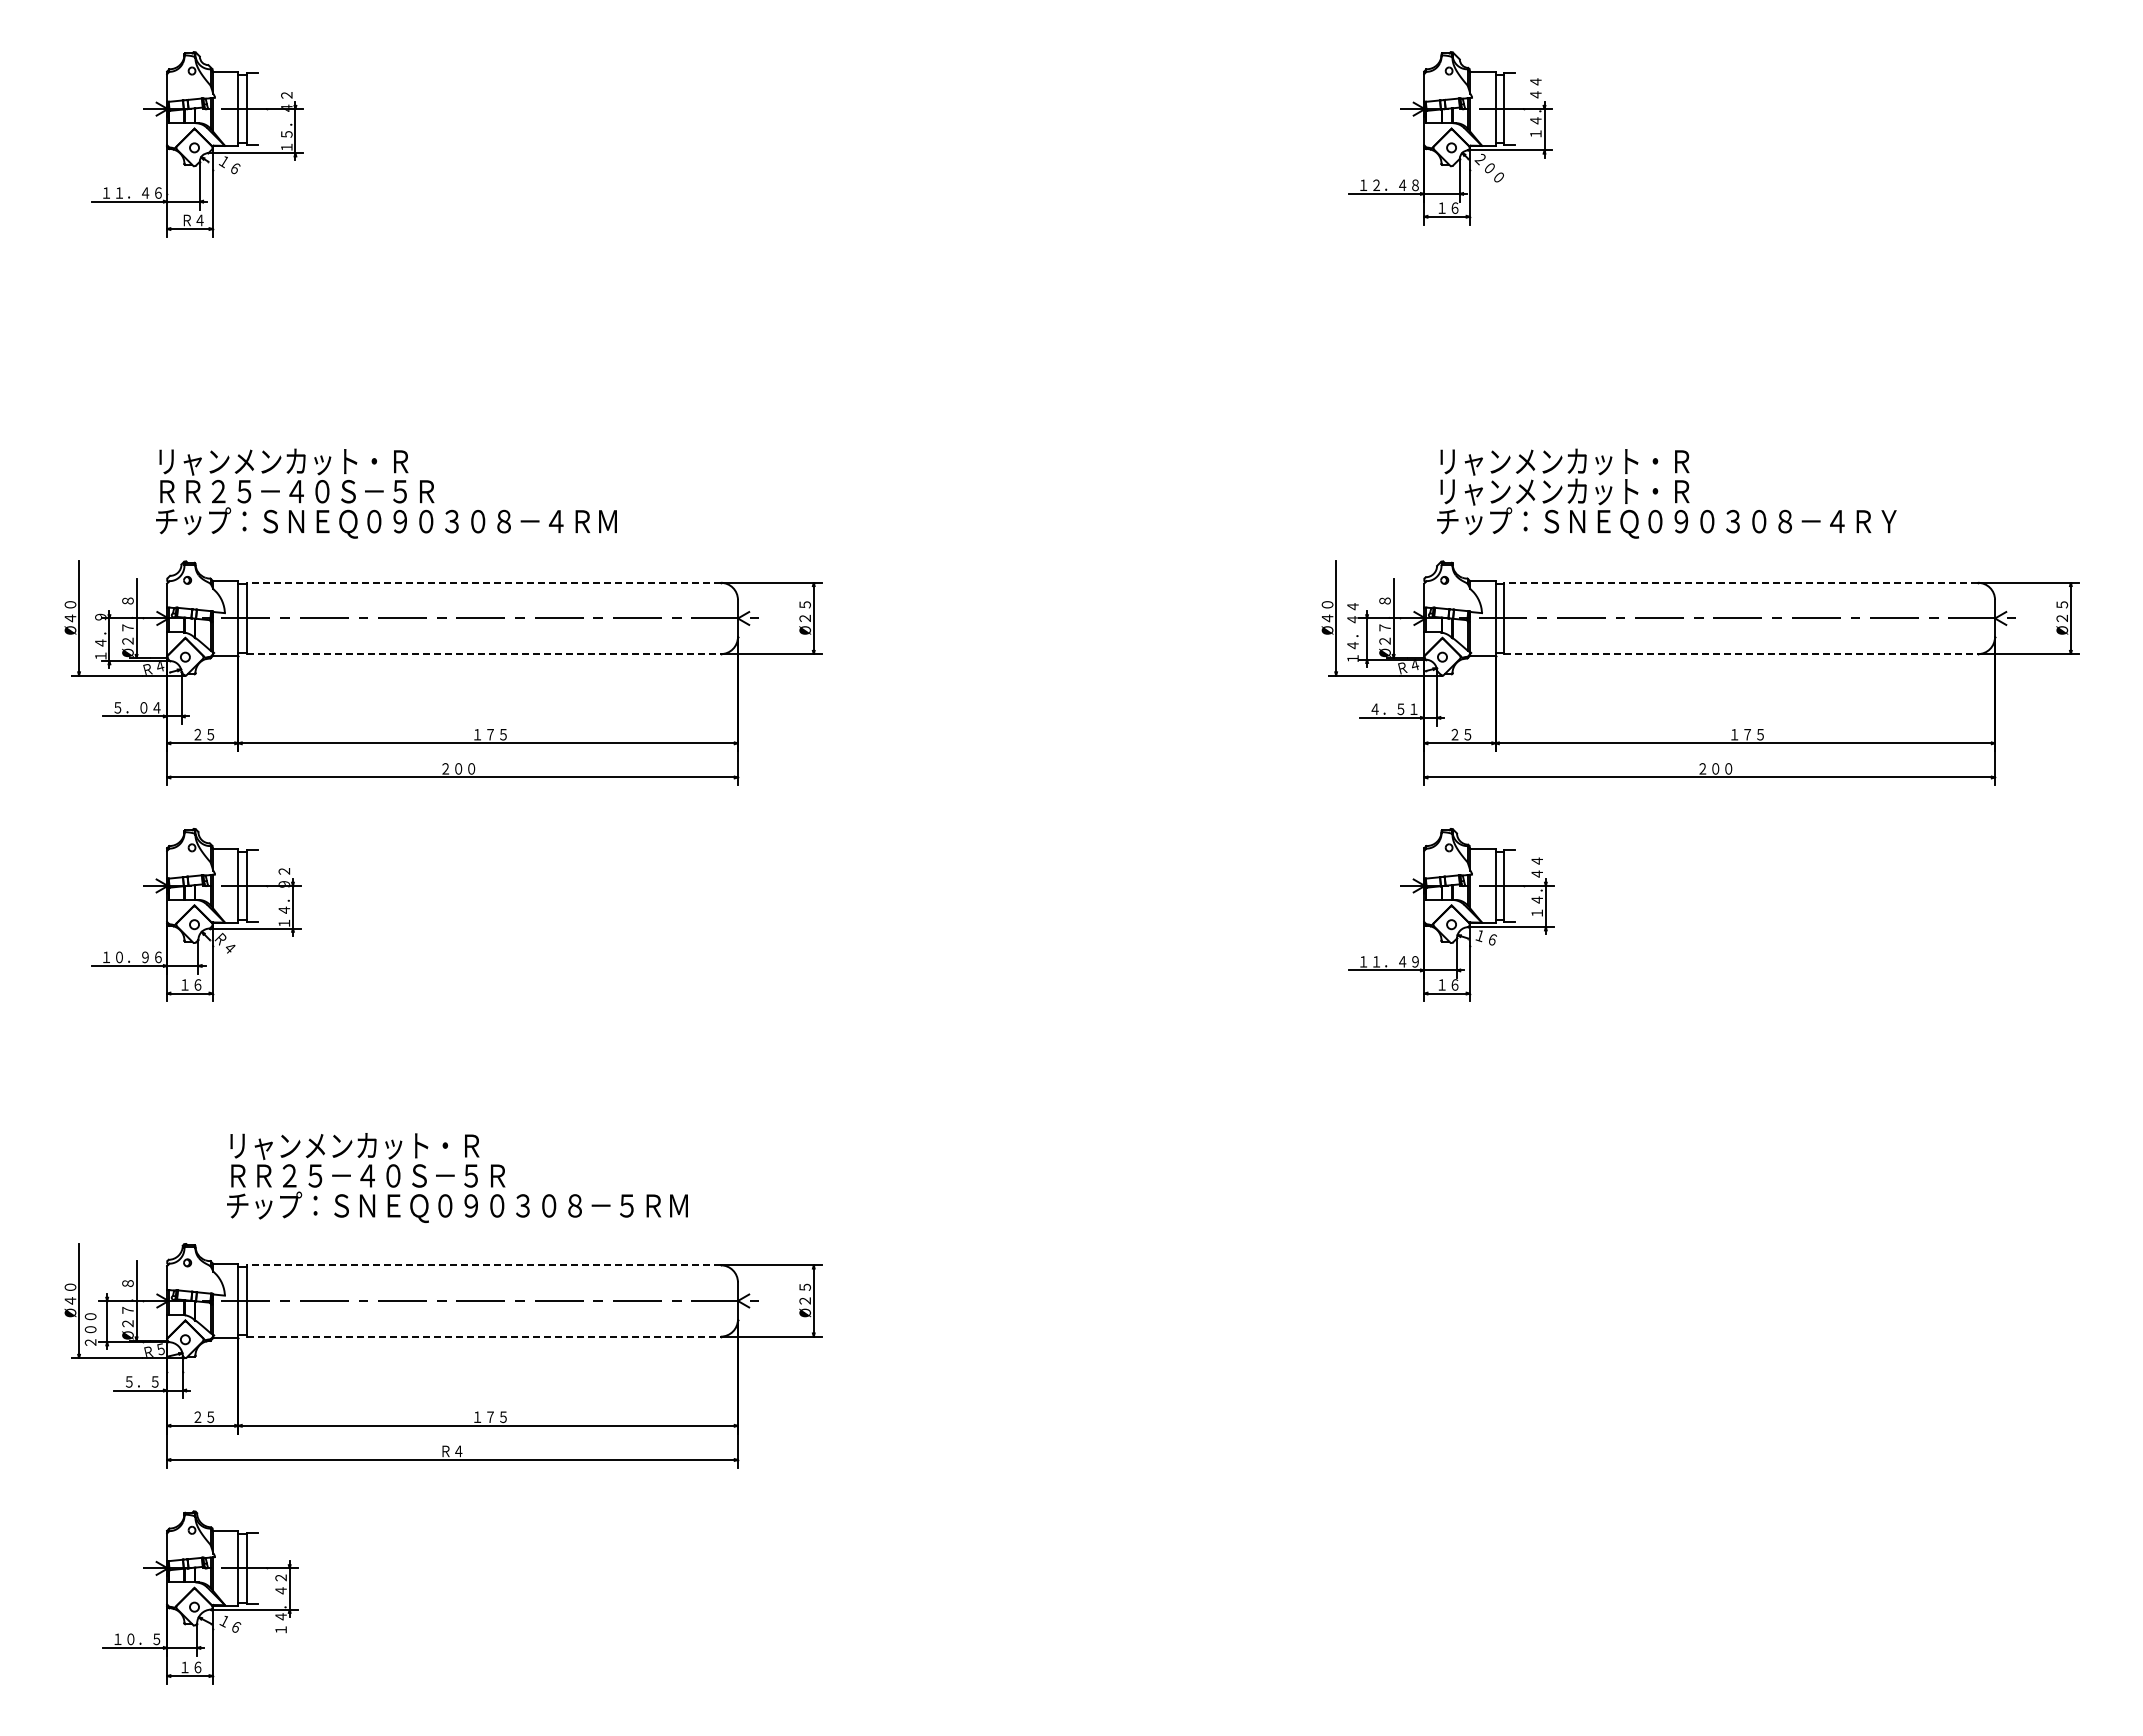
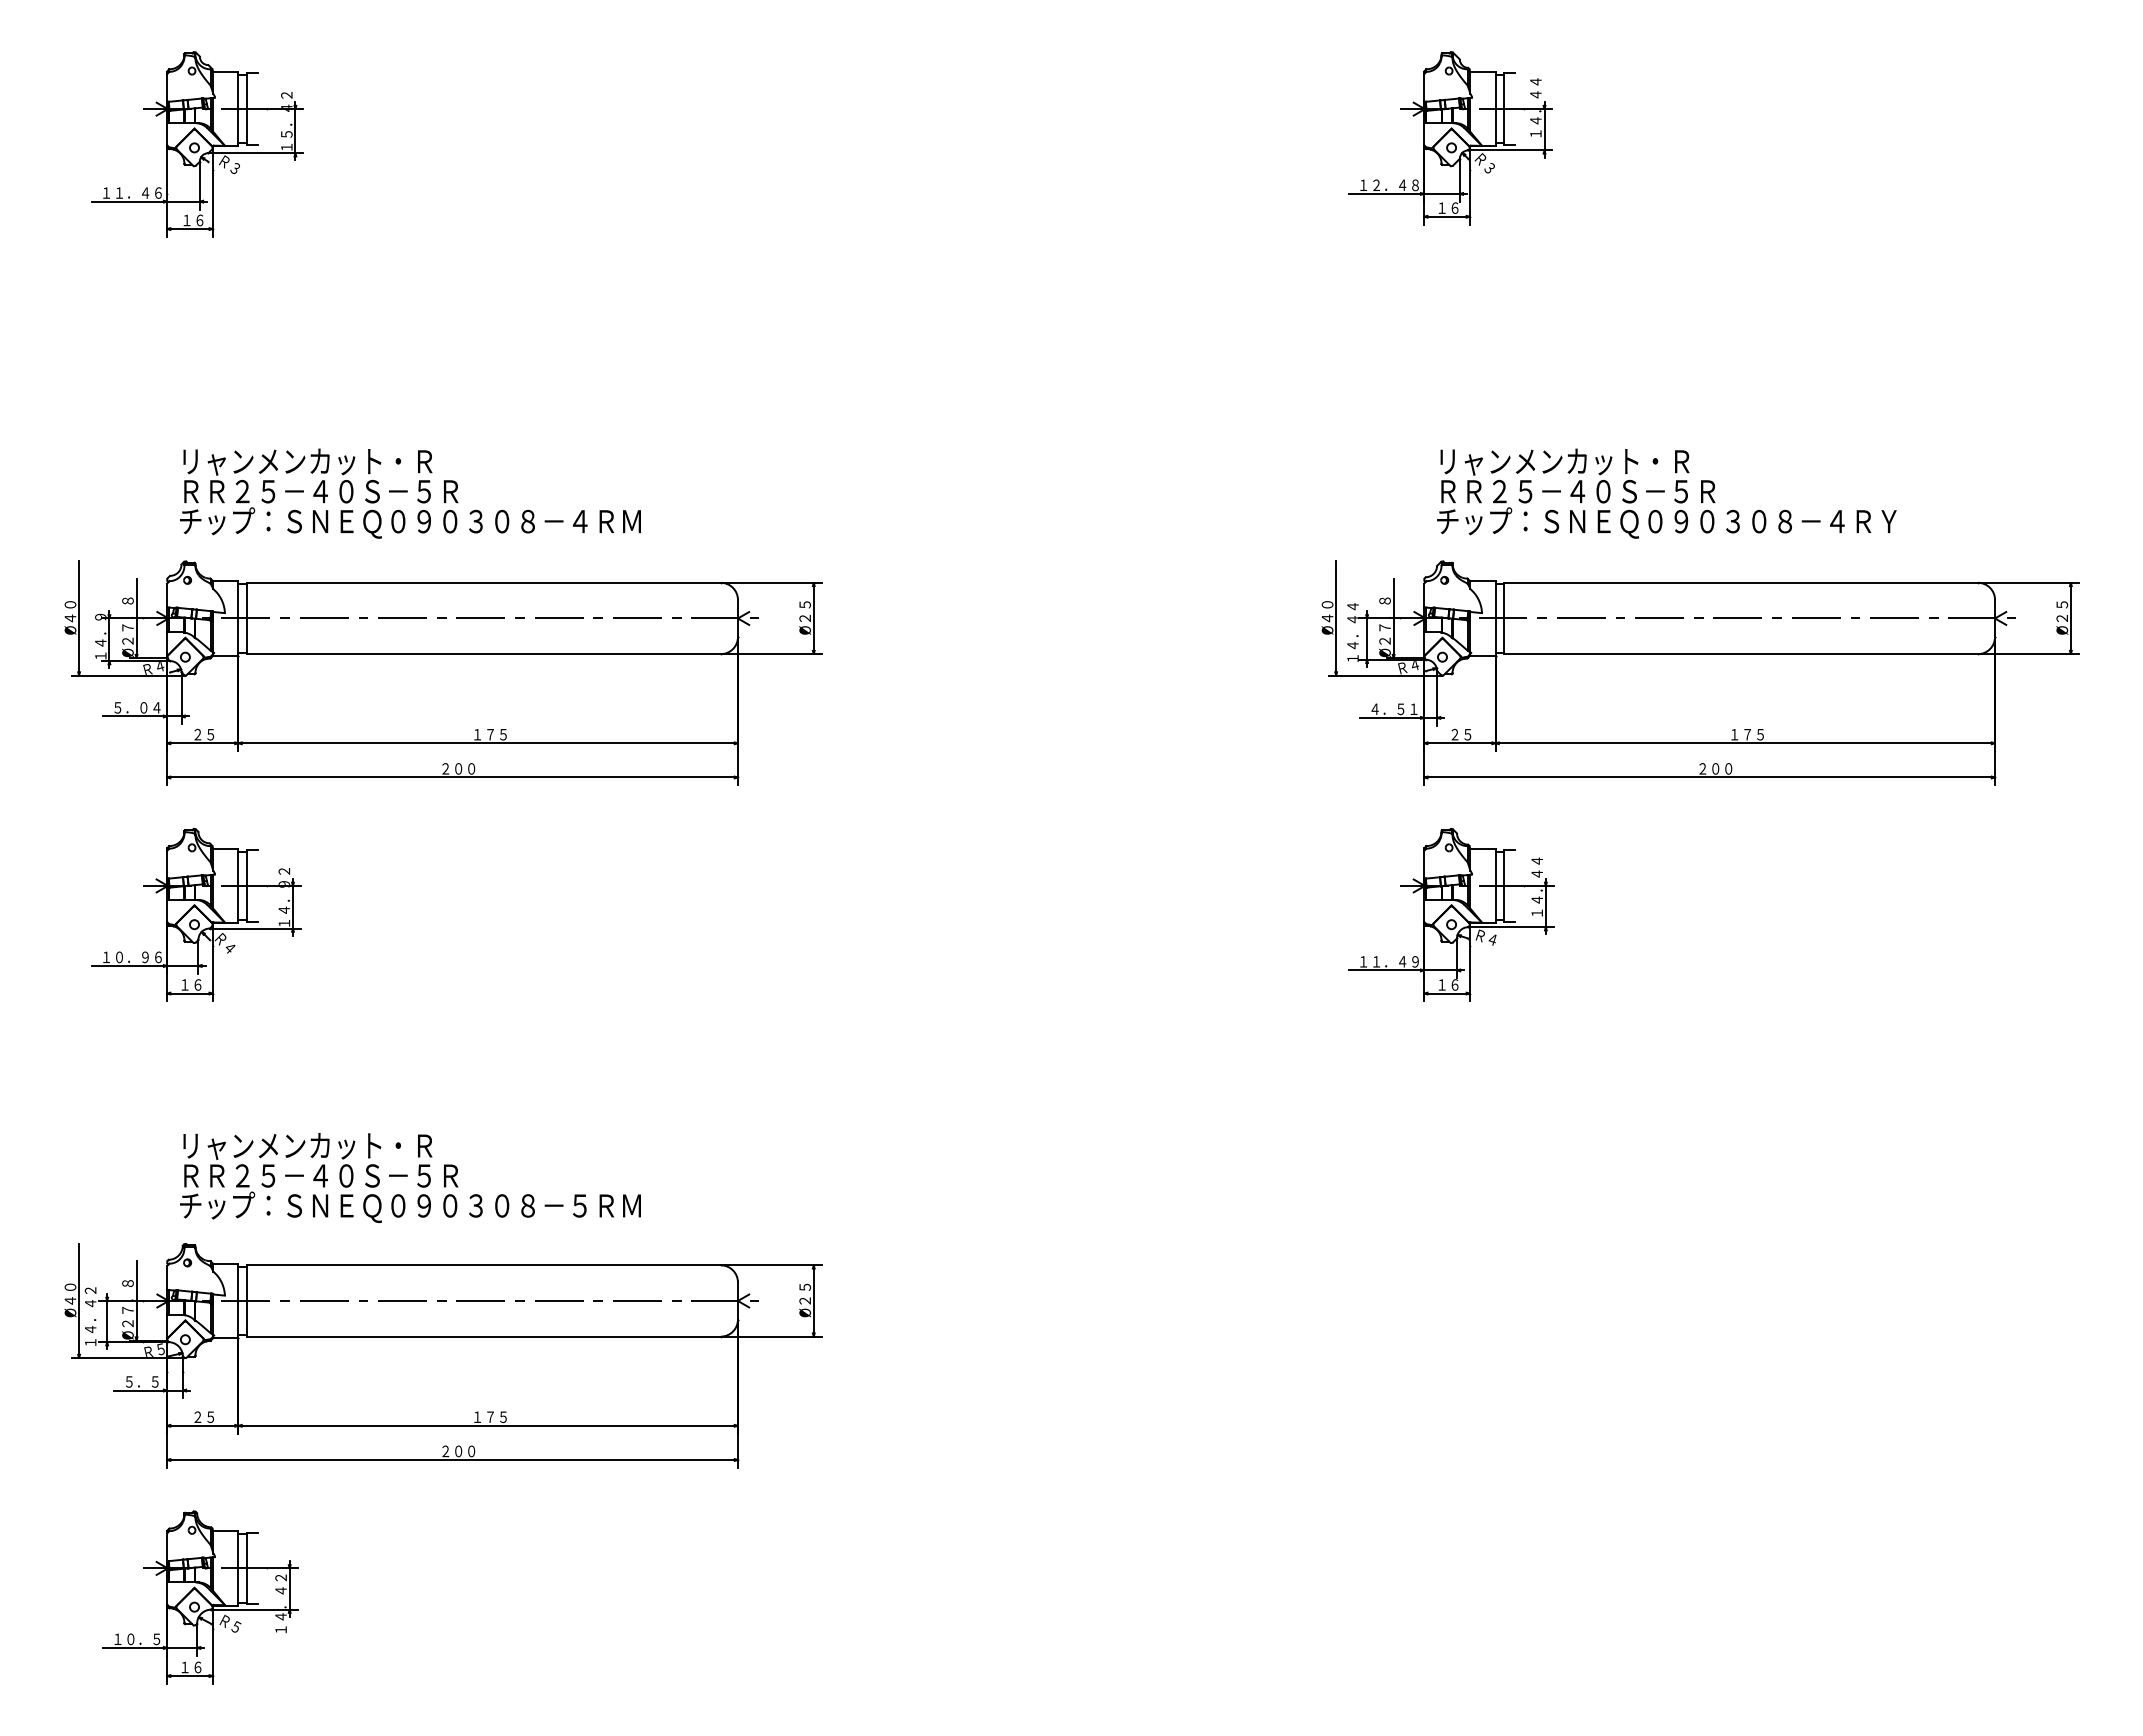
text at (229, 163): １６ -> Ｒ３
text at (1488, 167): ２００ -> Ｒ３
text at (193, 220): Ｒ４ -> １６
text at (1577, 491): リャンメンカット・Ｒ -> ＲＲ２５－４０Ｓ－５Ｒ
text at (386, 493) position: (386, 493) -> (410, 493)
line at (483, 582): dashed -> solid
line at (1741, 582): dashed -> solid
line at (483, 654): dashed -> solid
line at (1741, 654): dashed -> solid
text at (1486, 937): １６ -> Ｒ４
text at (457, 1177) position: (457, 1177) -> (410, 1177)
line at (483, 1265): dashed -> solid
text at (90, 1316): ２００ -> １４．４２
line at (483, 1336): dashed -> solid
text at (458, 1451): Ｒ４ -> ２００
text at (230, 1623): １６ -> Ｒ５
